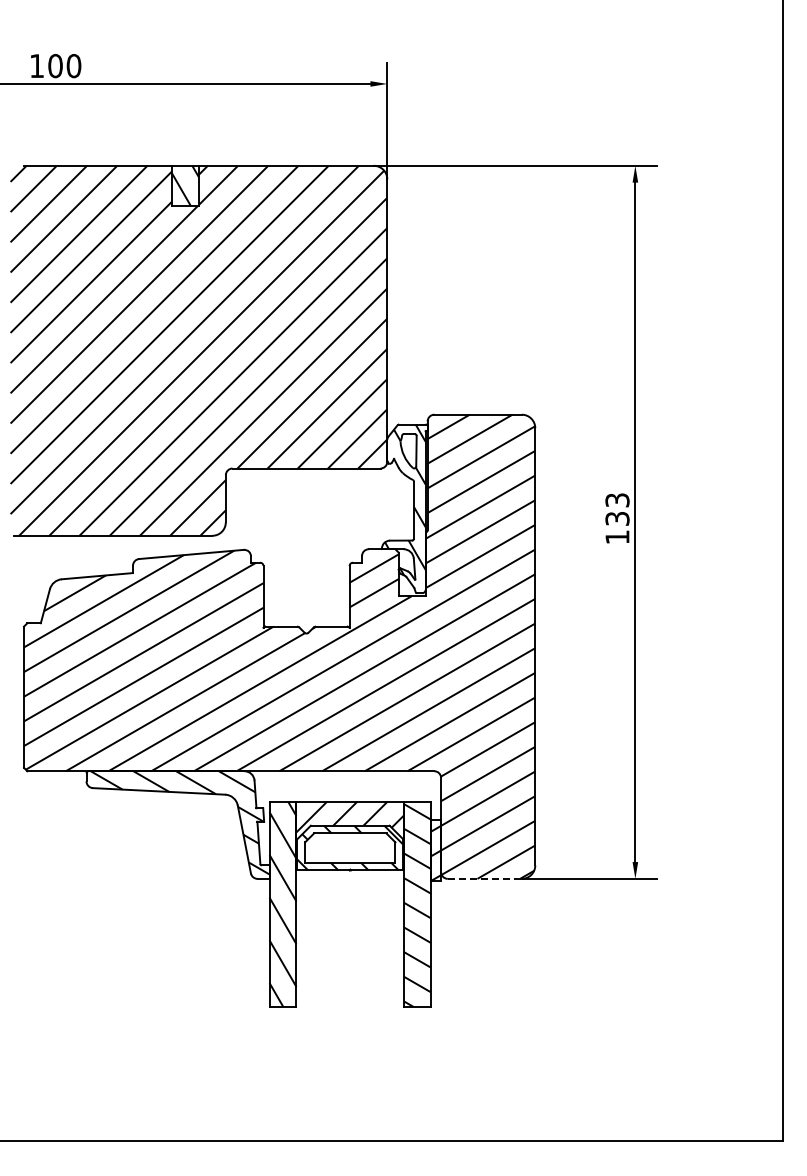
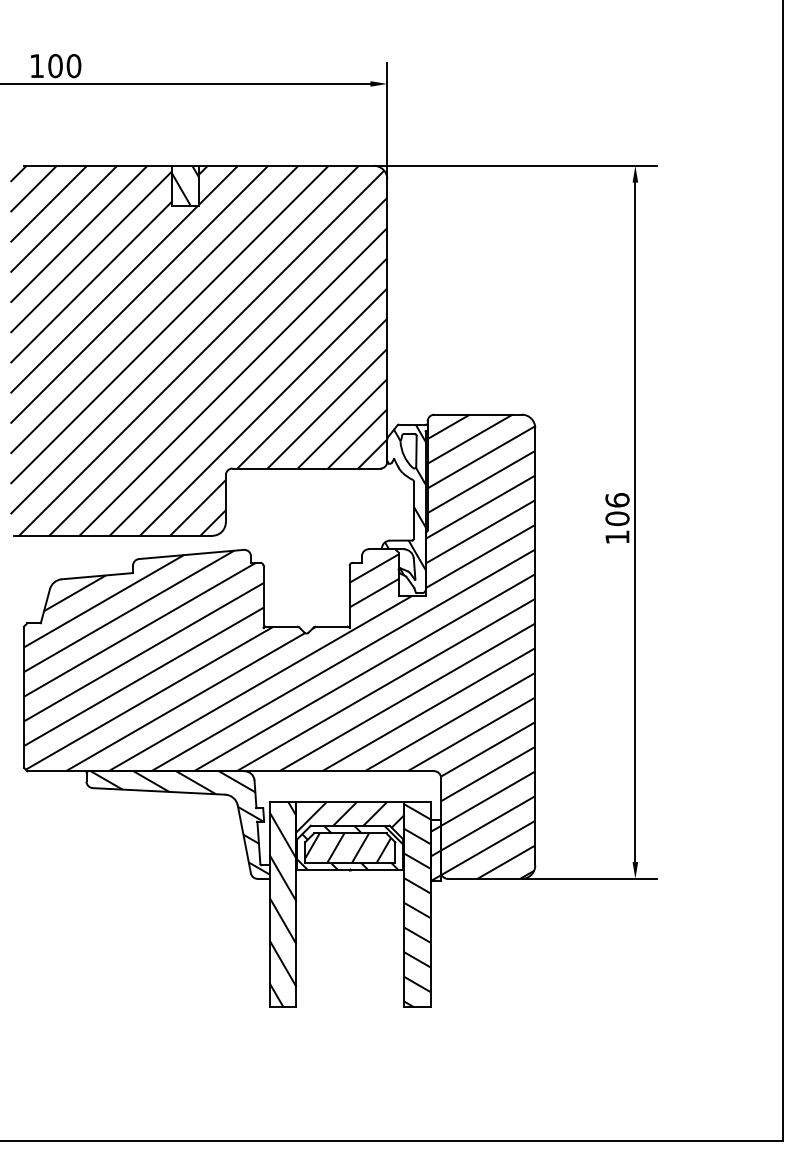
text at (617, 509): 133 -> 106
hatch at (348, 847): none -> present
line at (484, 878): dashed -> solid
